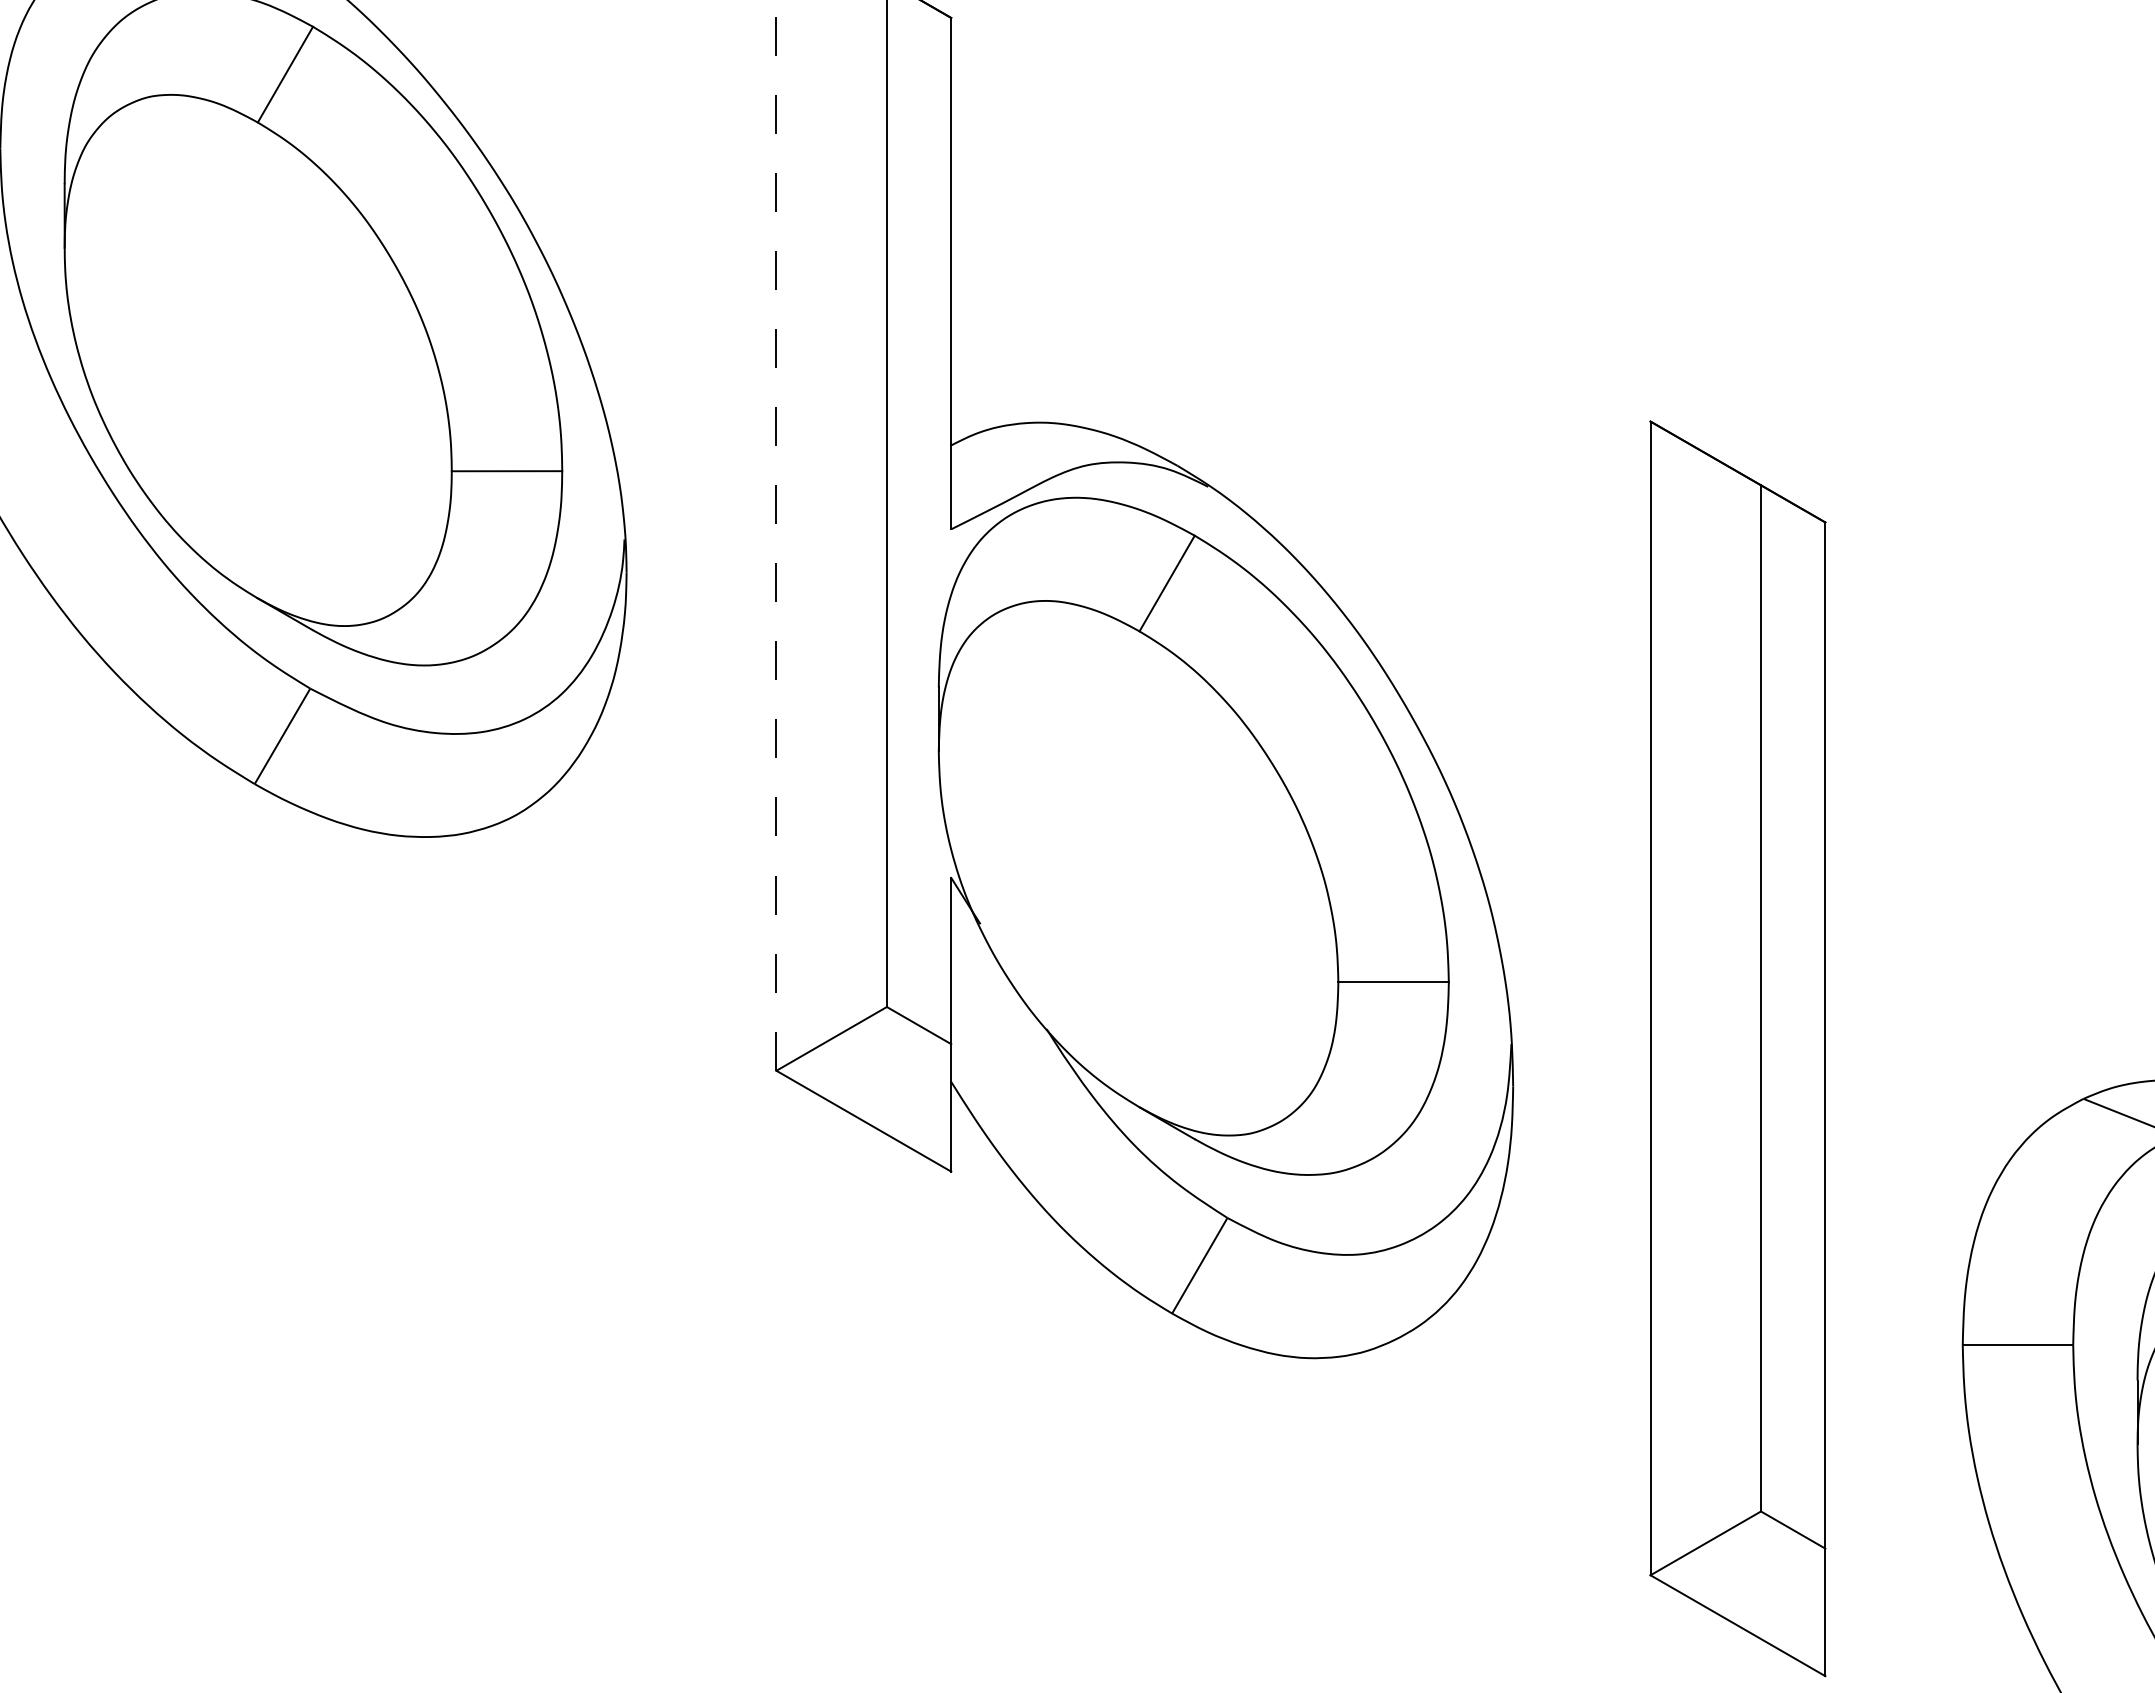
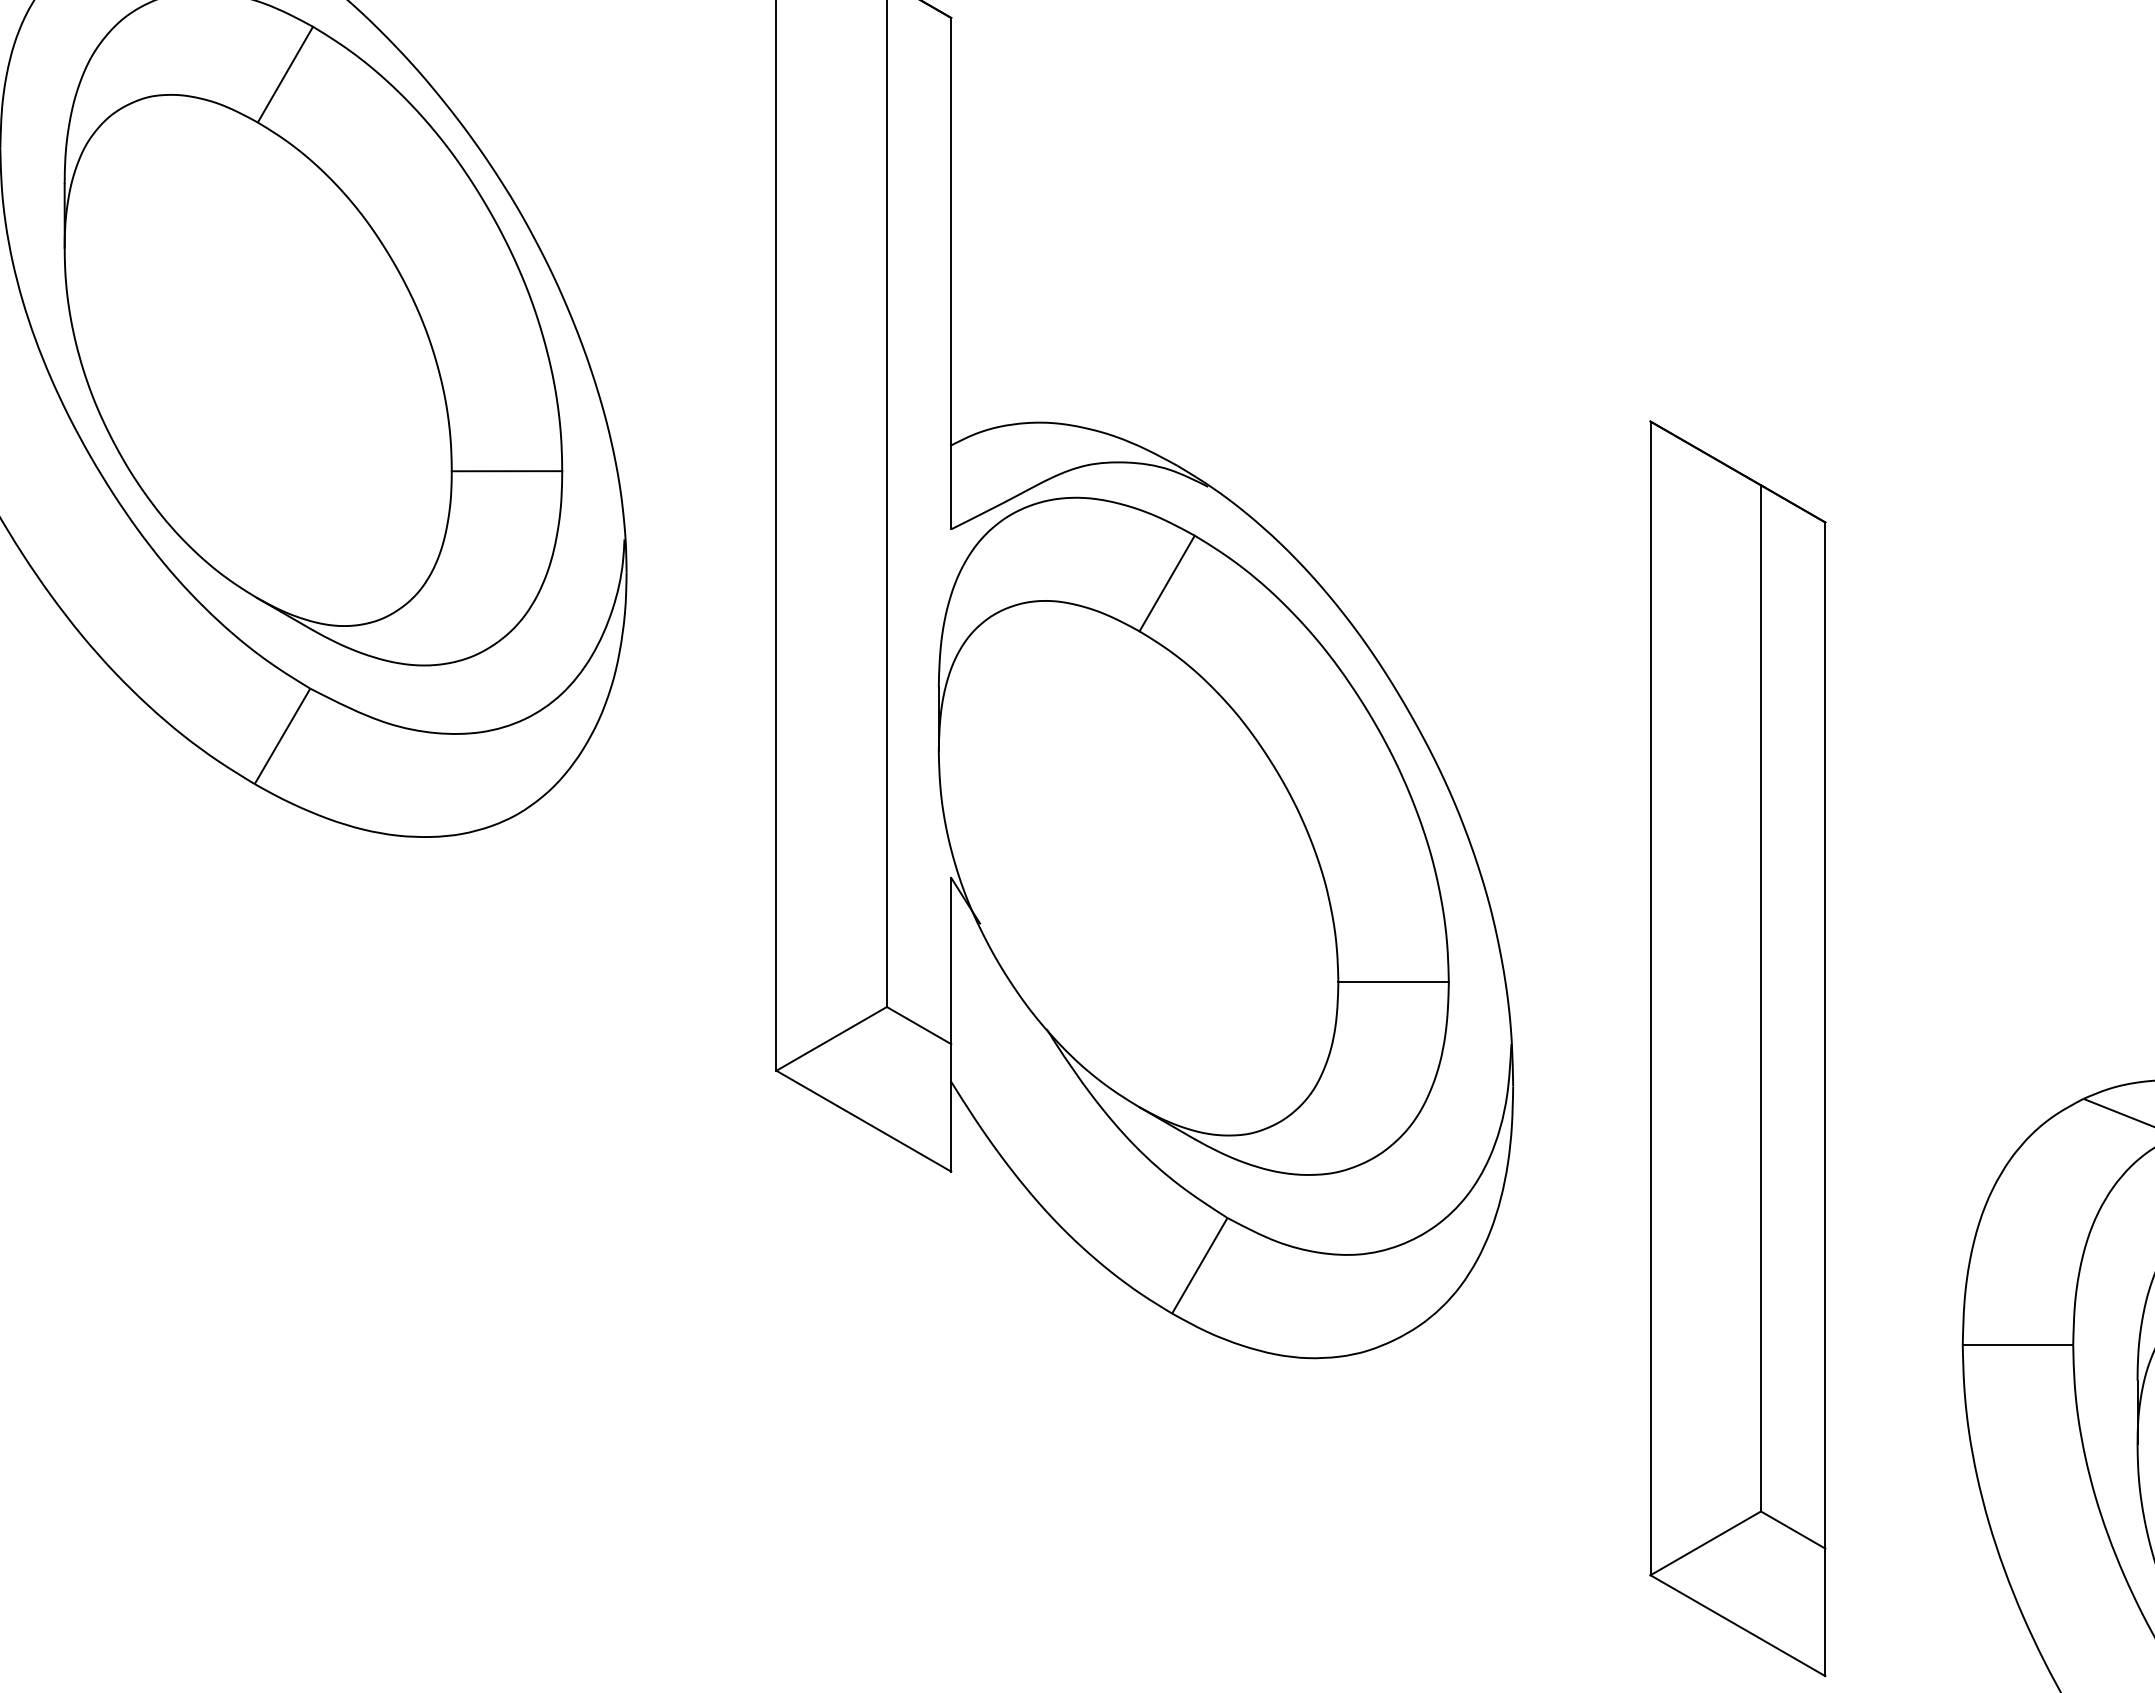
line at (776, 534): dashed -> solid
